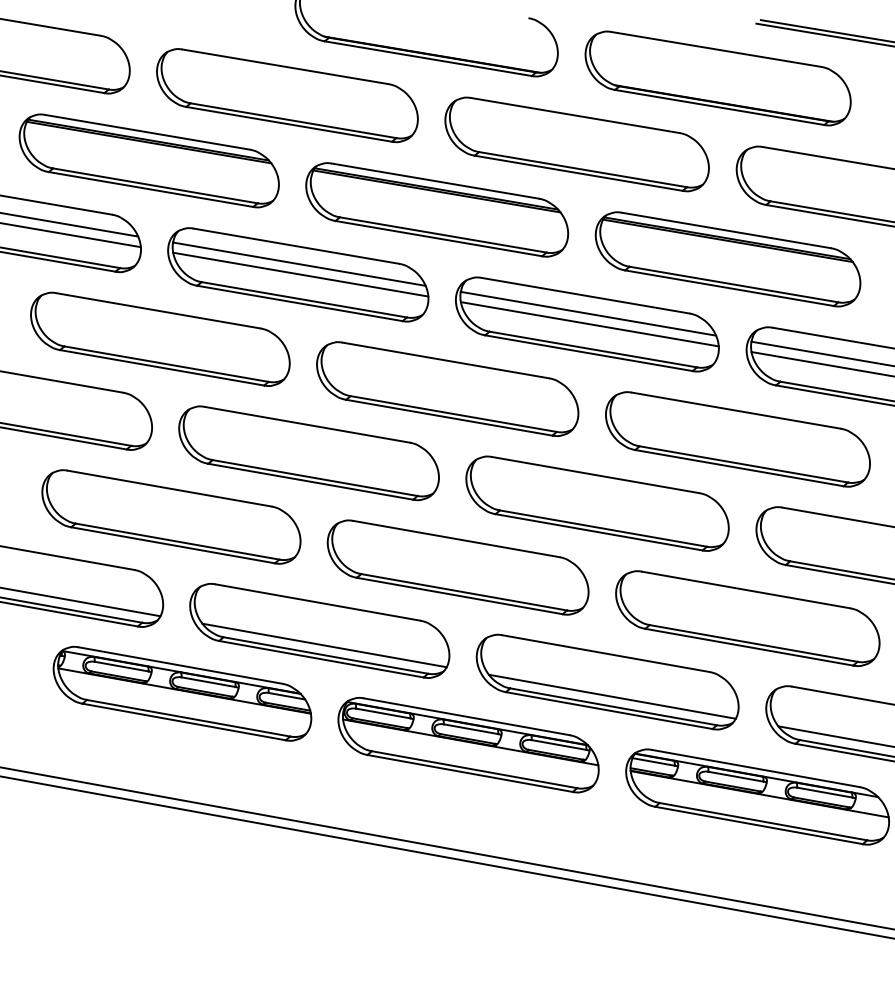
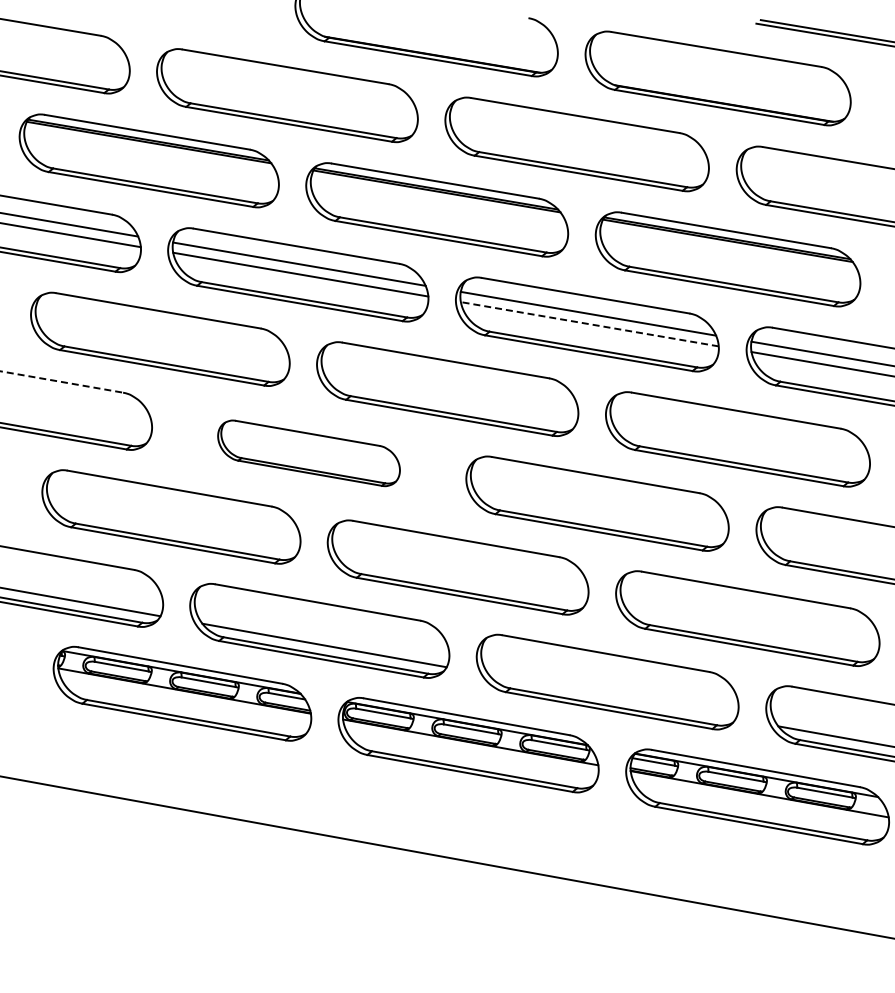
line at (589, 324): solid -> dashed
line at (62, 382): solid -> dashed
part at (308, 453) size: 262x97 px -> 184x69 px
line at (611, 696): present -> none
line at (446, 848): present -> none
